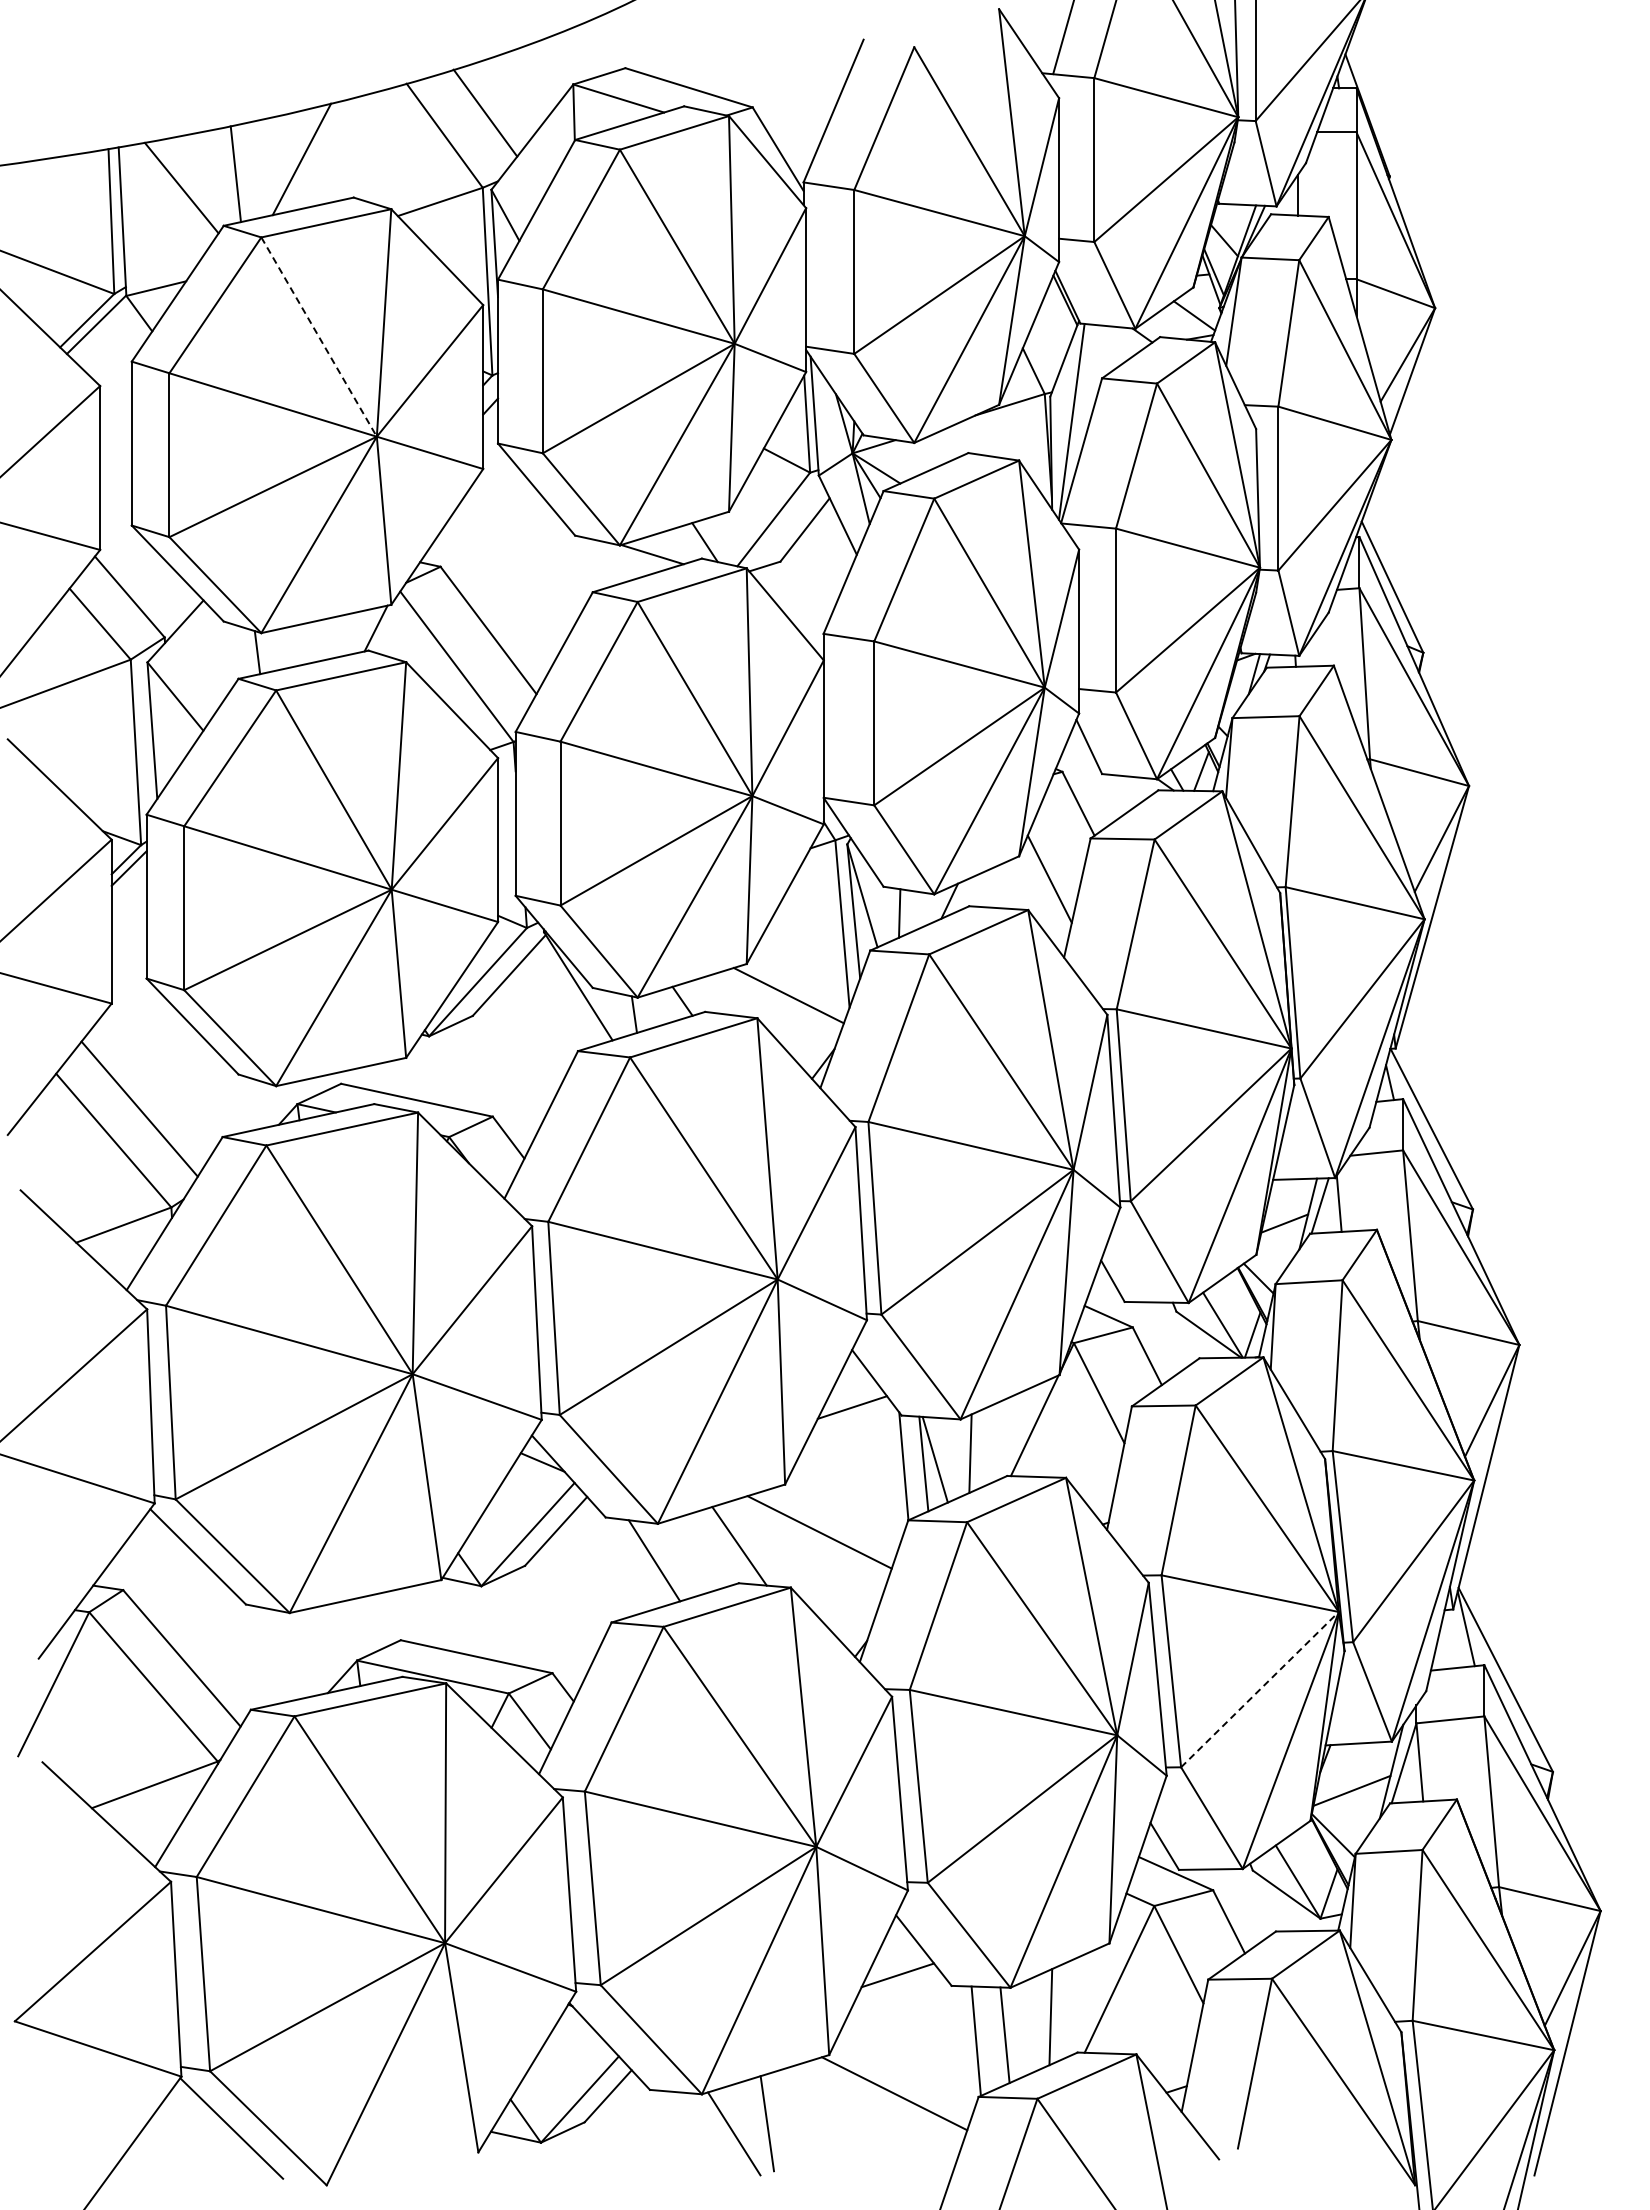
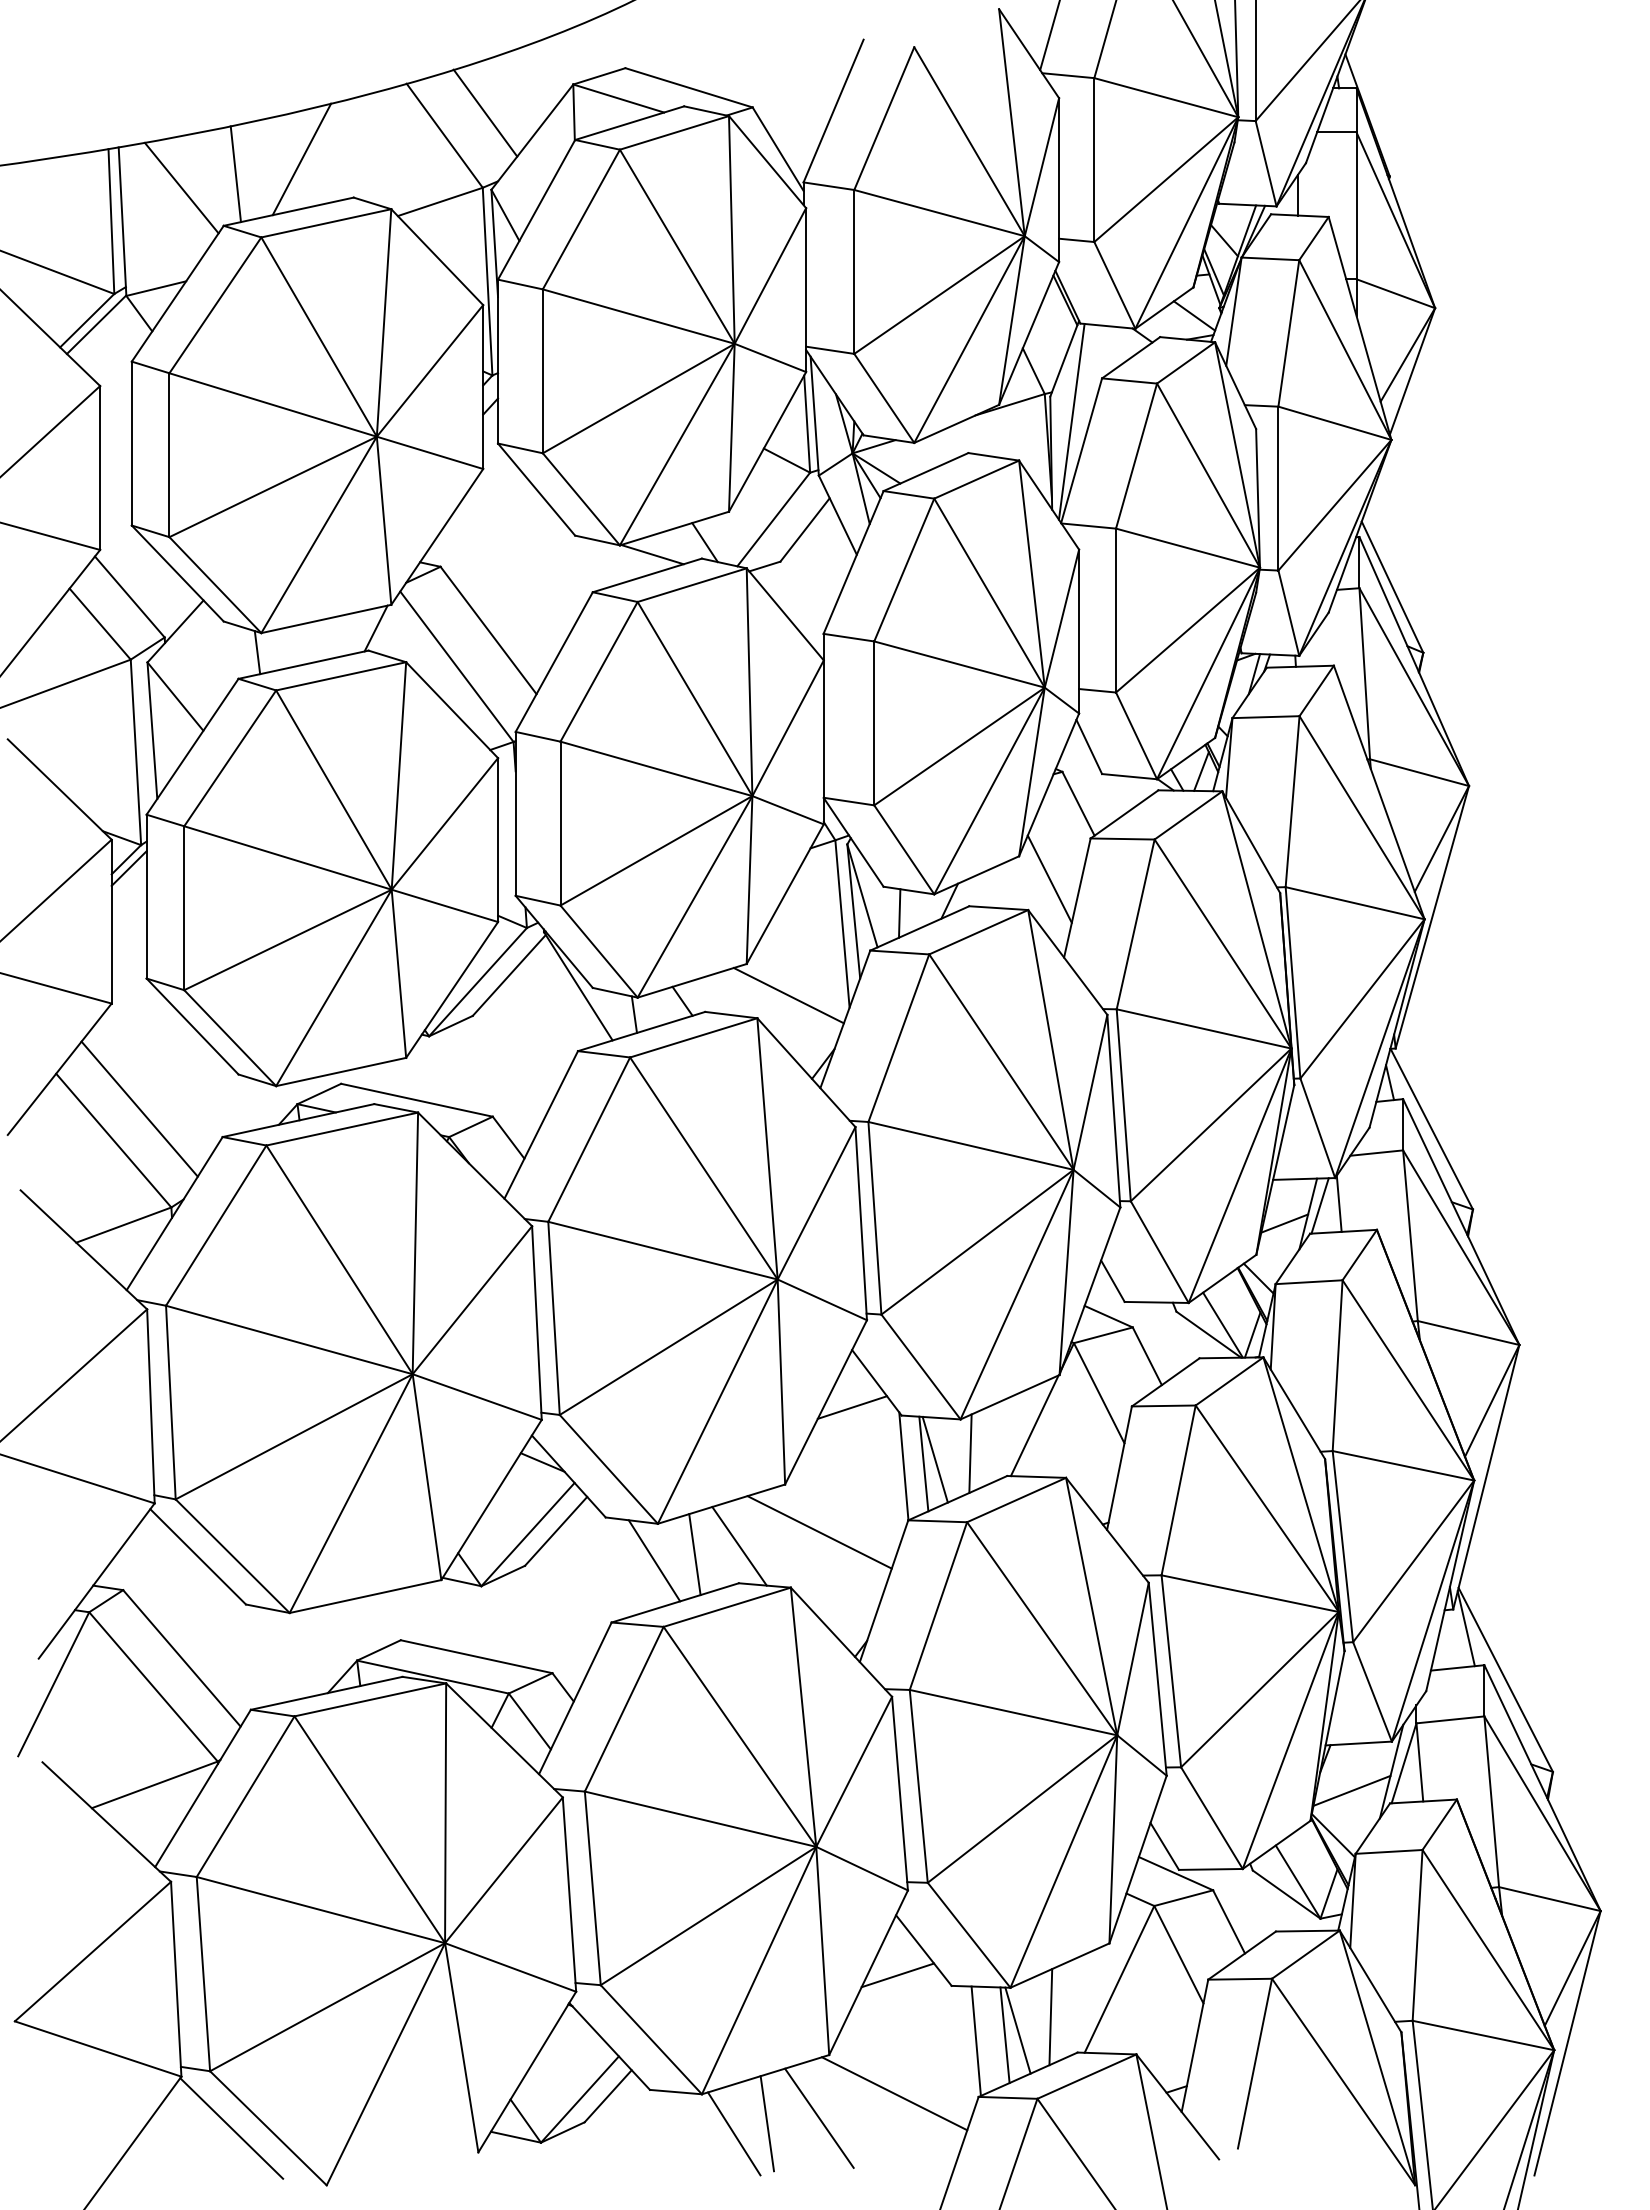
line at (1063, 38) position: (1063, 38) -> (1049, 36)
line at (319, 337): dashed -> solid
line at (694, 1554): none -> present
line at (1259, 1689): dashed -> solid
line at (1017, 2030): none -> present
line at (819, 2117): none -> present
